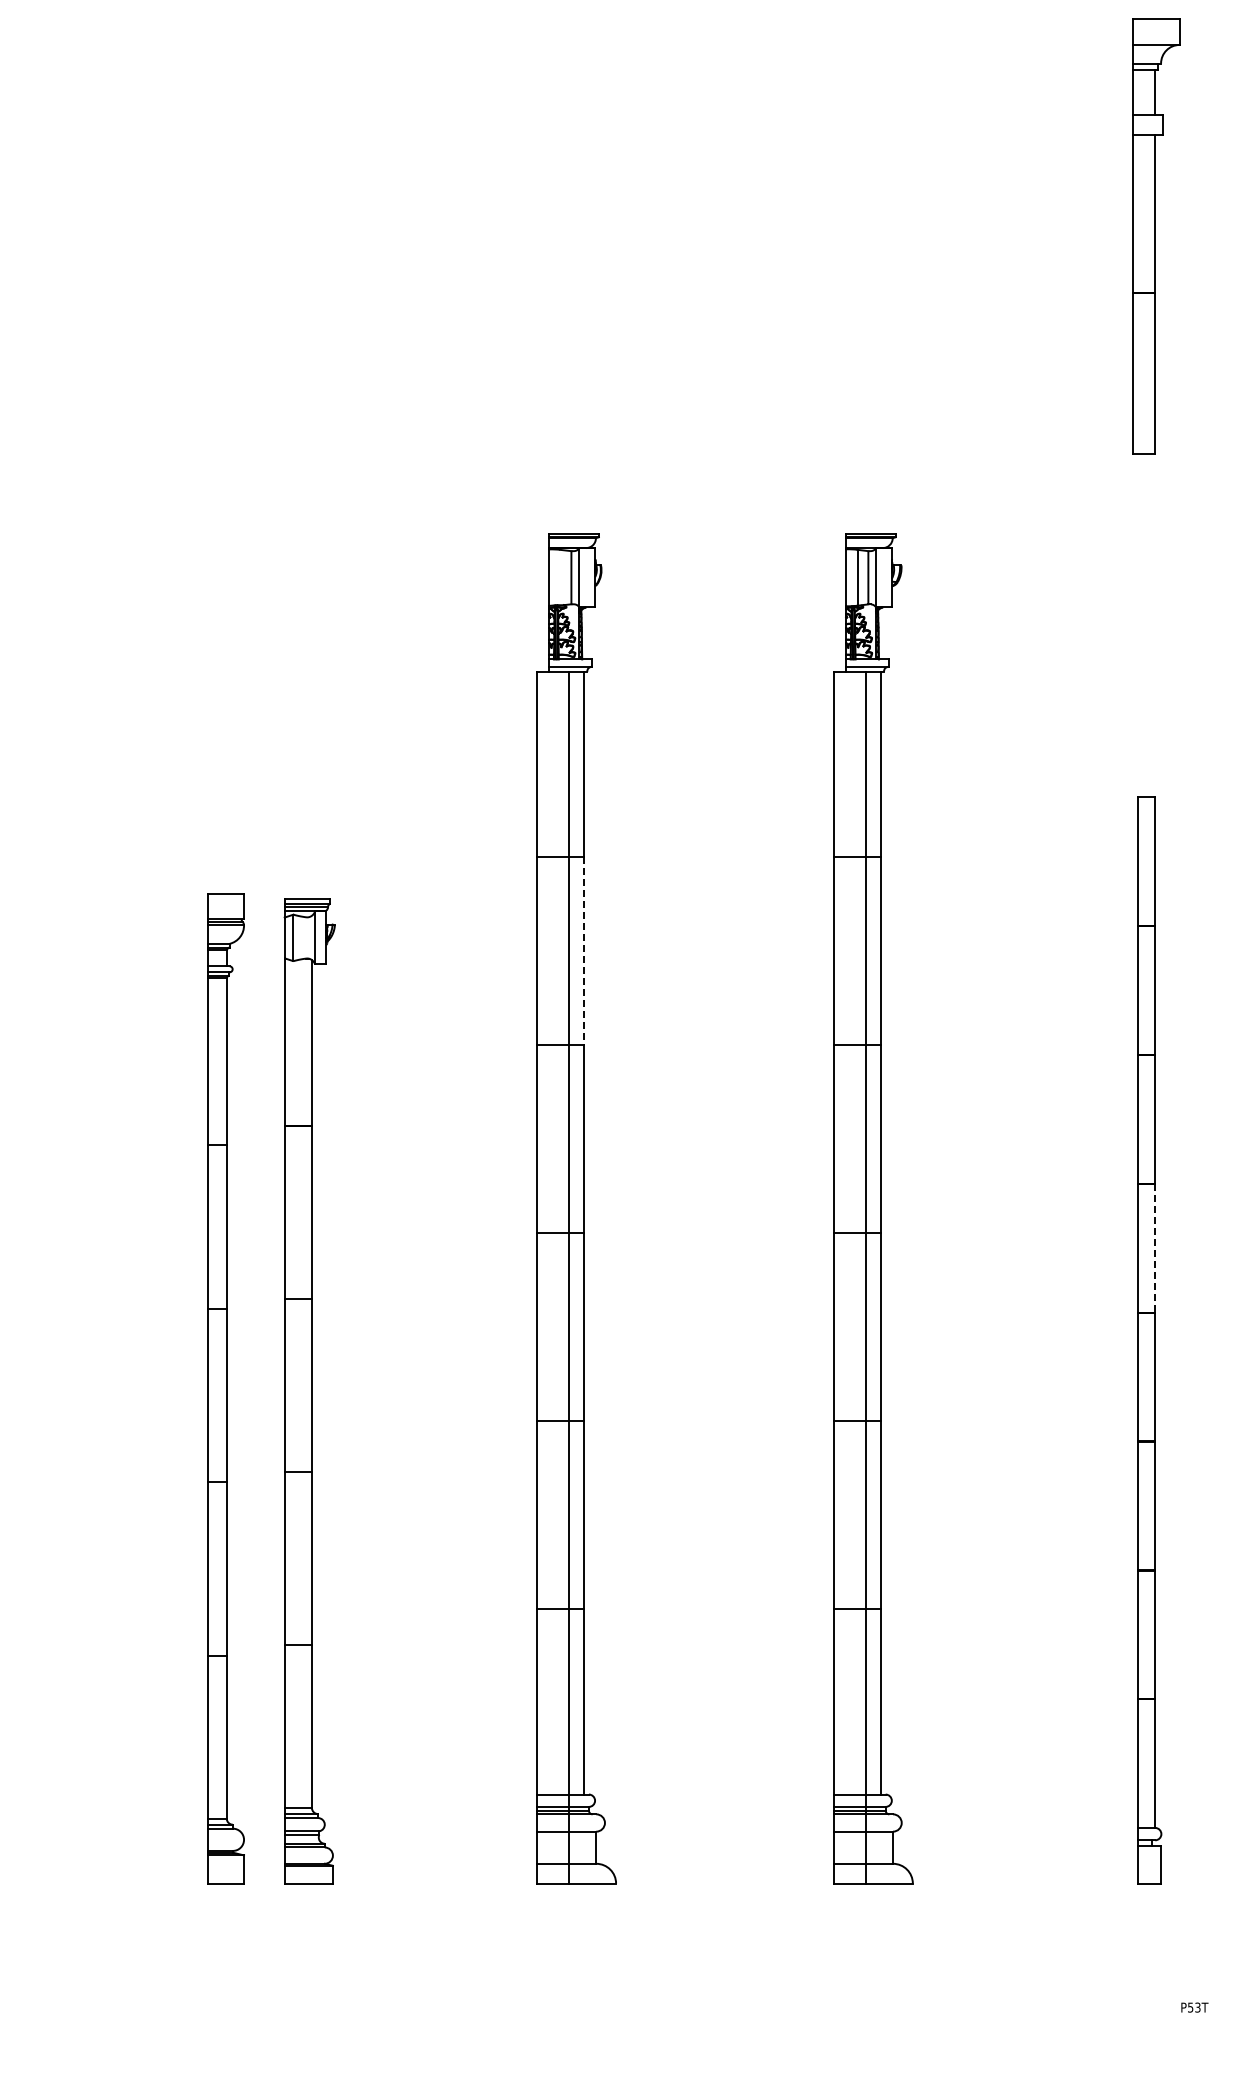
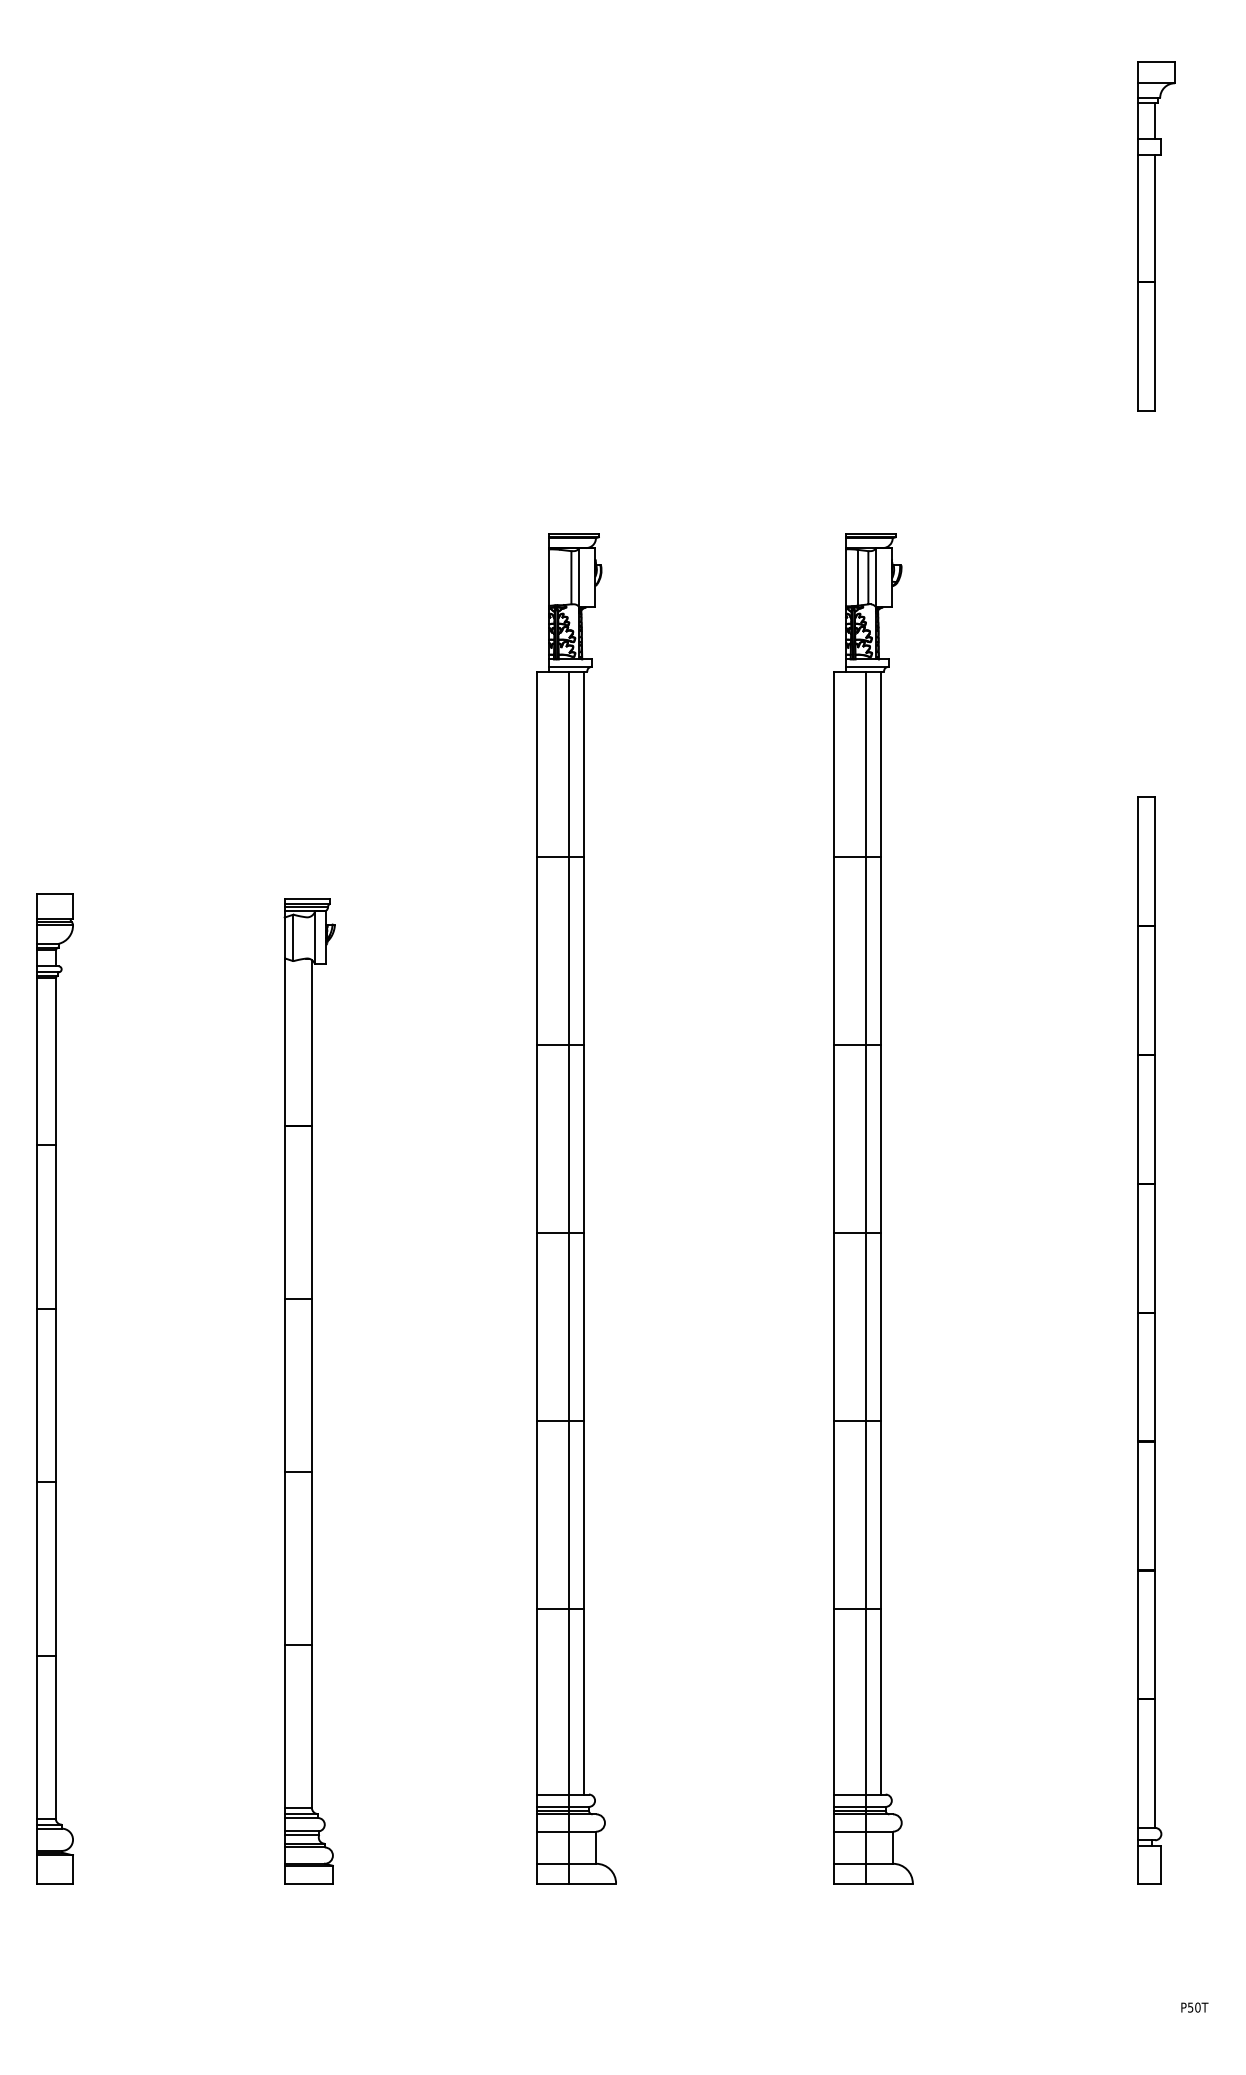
part at (1156, 236) size: 49x437 px -> 39x351 px
line at (583, 951): dashed -> solid
line at (1155, 1248): dashed -> solid
part at (225, 1388) position: (225, 1388) -> (54, 1388)
text at (1197, 2007): P53T -> P50T
